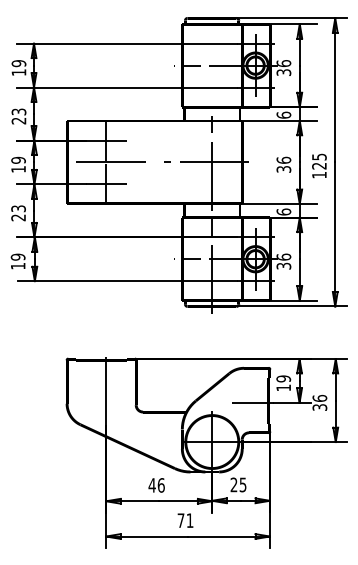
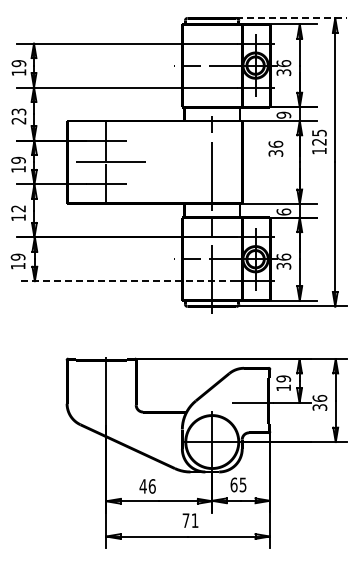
line at (292, 18): solid -> dashed
text at (283, 114): 6 -> 9
line at (206, 162): present -> none
text at (283, 164) position: (283, 164) -> (275, 148)
text at (319, 165) position: (319, 165) -> (319, 141)
text at (18, 213): 23 -> 12
line at (127, 281): solid -> dashed
text at (233, 484): 25 -> 65
text at (156, 485) position: (156, 485) -> (147, 486)
text at (185, 520) position: (185, 520) -> (190, 520)
